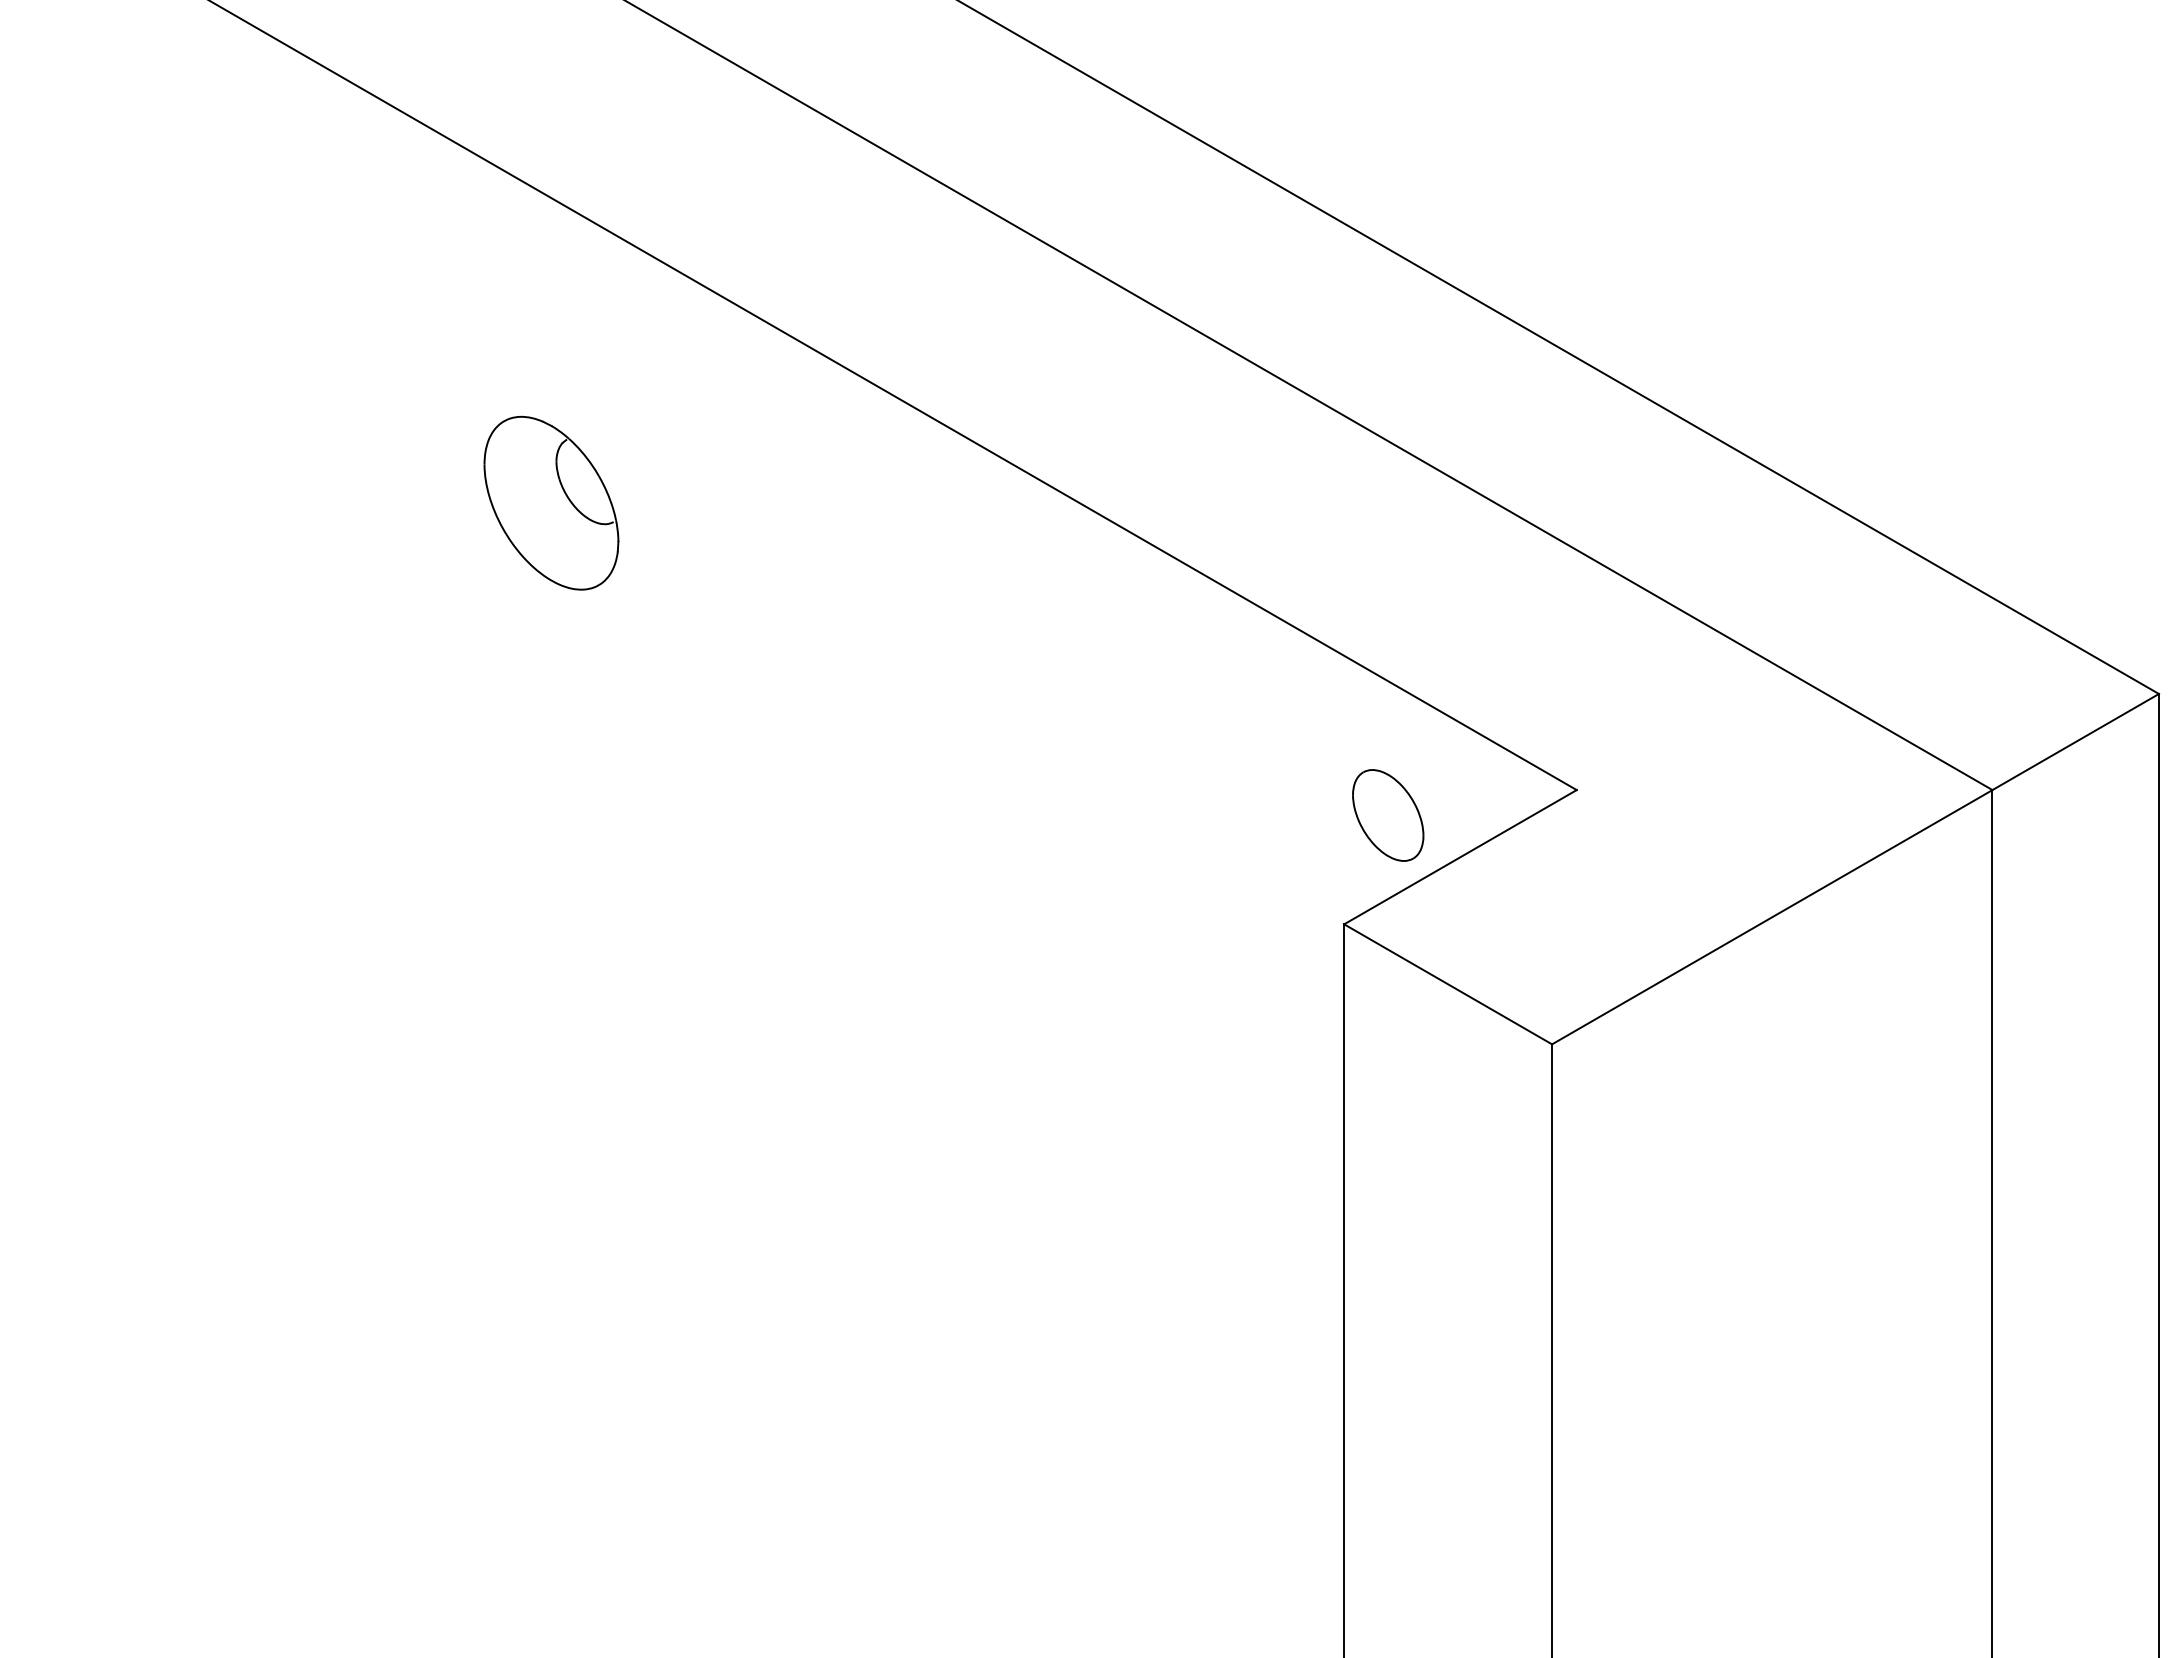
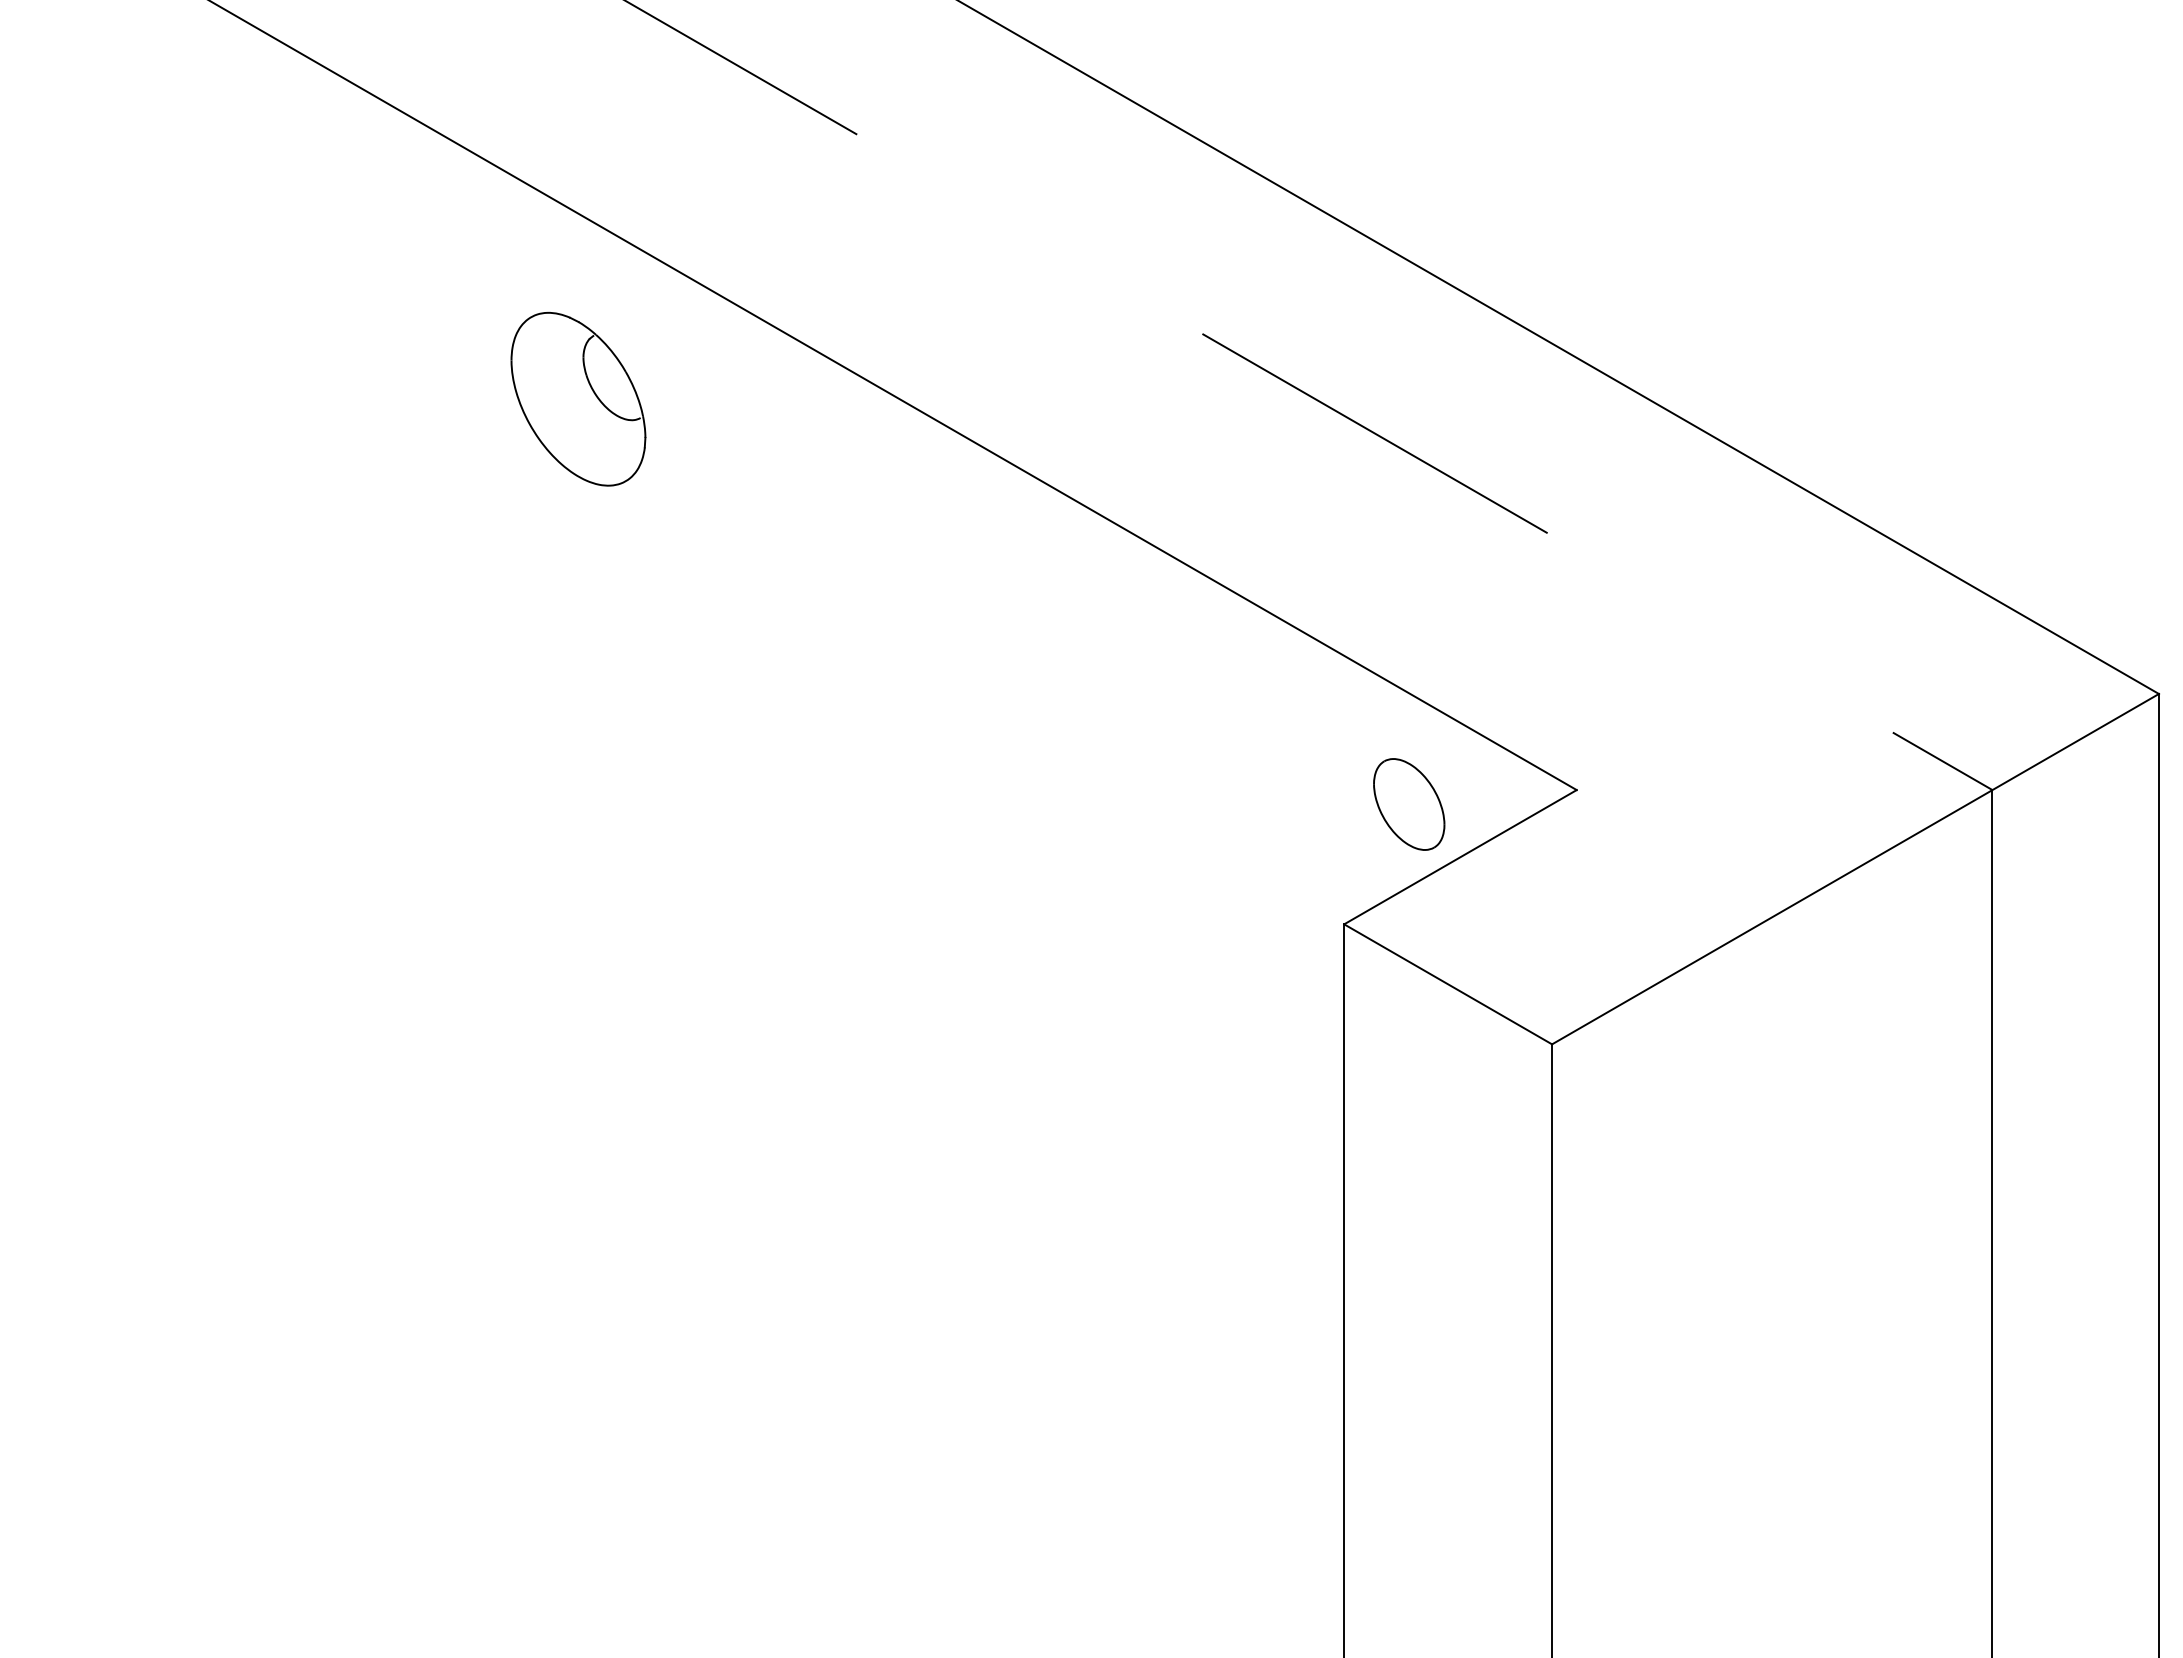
line at (1308, 395): solid -> dashed
part at (551, 502) position: (551, 502) -> (578, 398)
part at (1388, 815) position: (1388, 815) -> (1409, 804)
